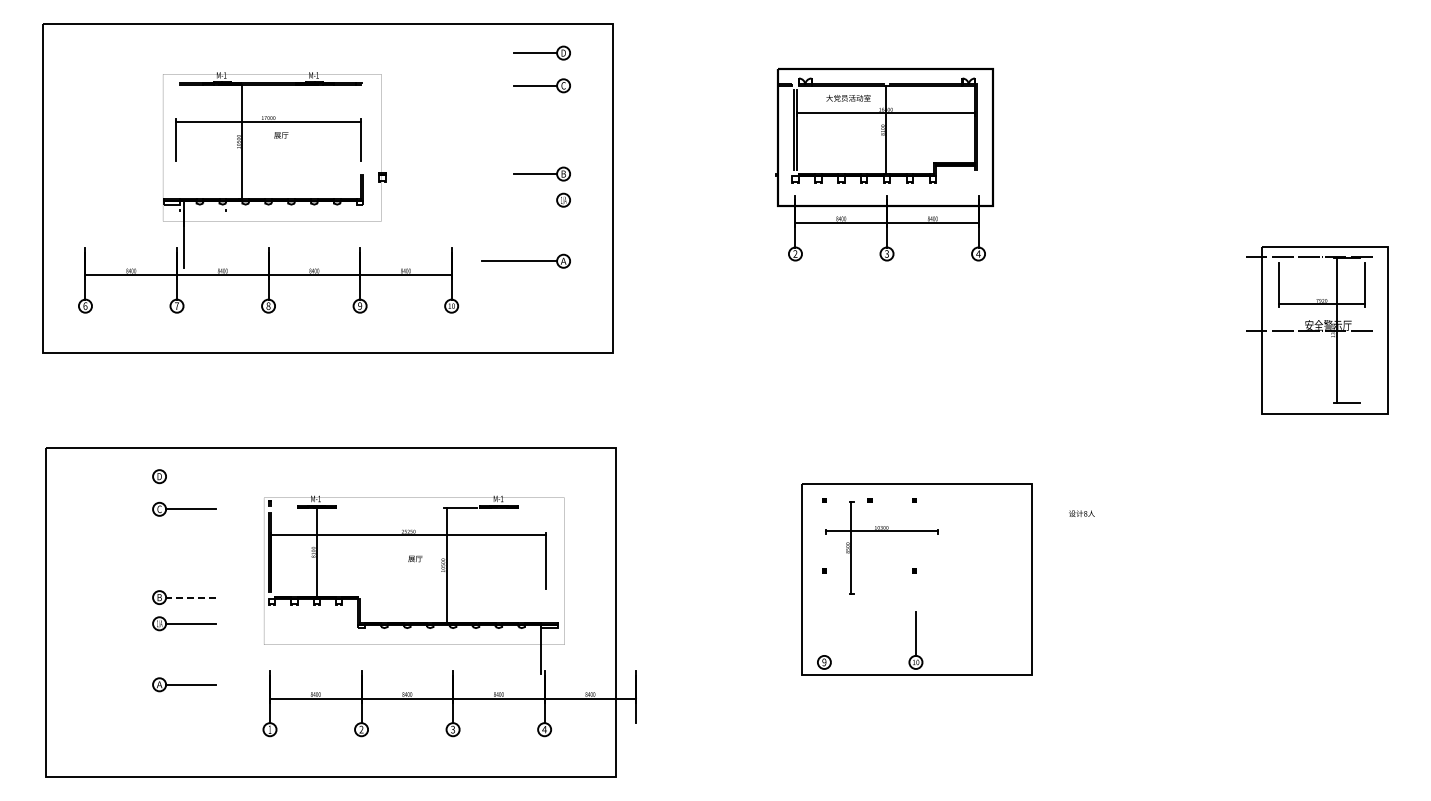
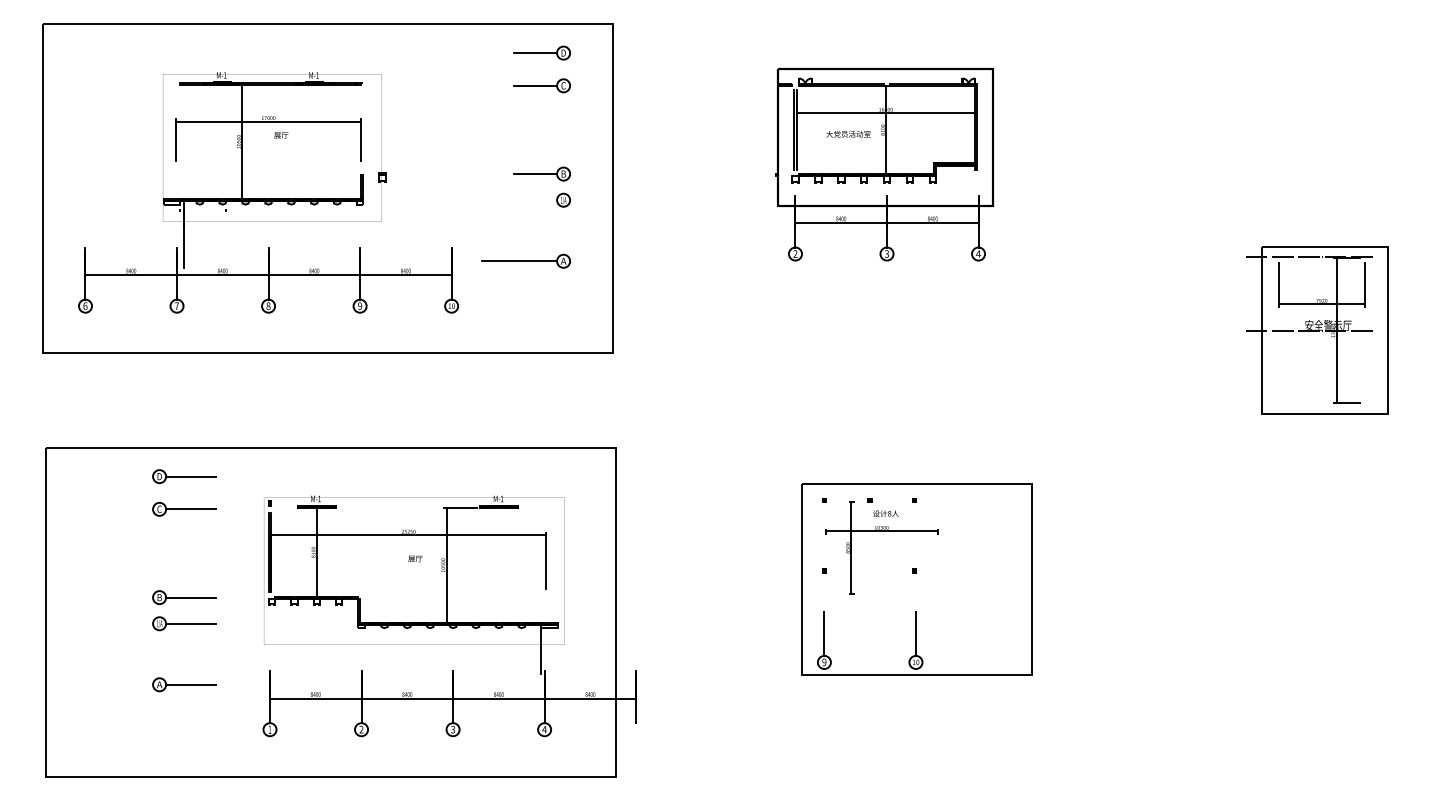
text at (848, 98) position: (848, 98) -> (848, 134)
line at (191, 476): none -> present
text at (1081, 513) position: (1081, 513) -> (885, 513)
line at (190, 597): dashed -> solid
line at (824, 633): none -> present
